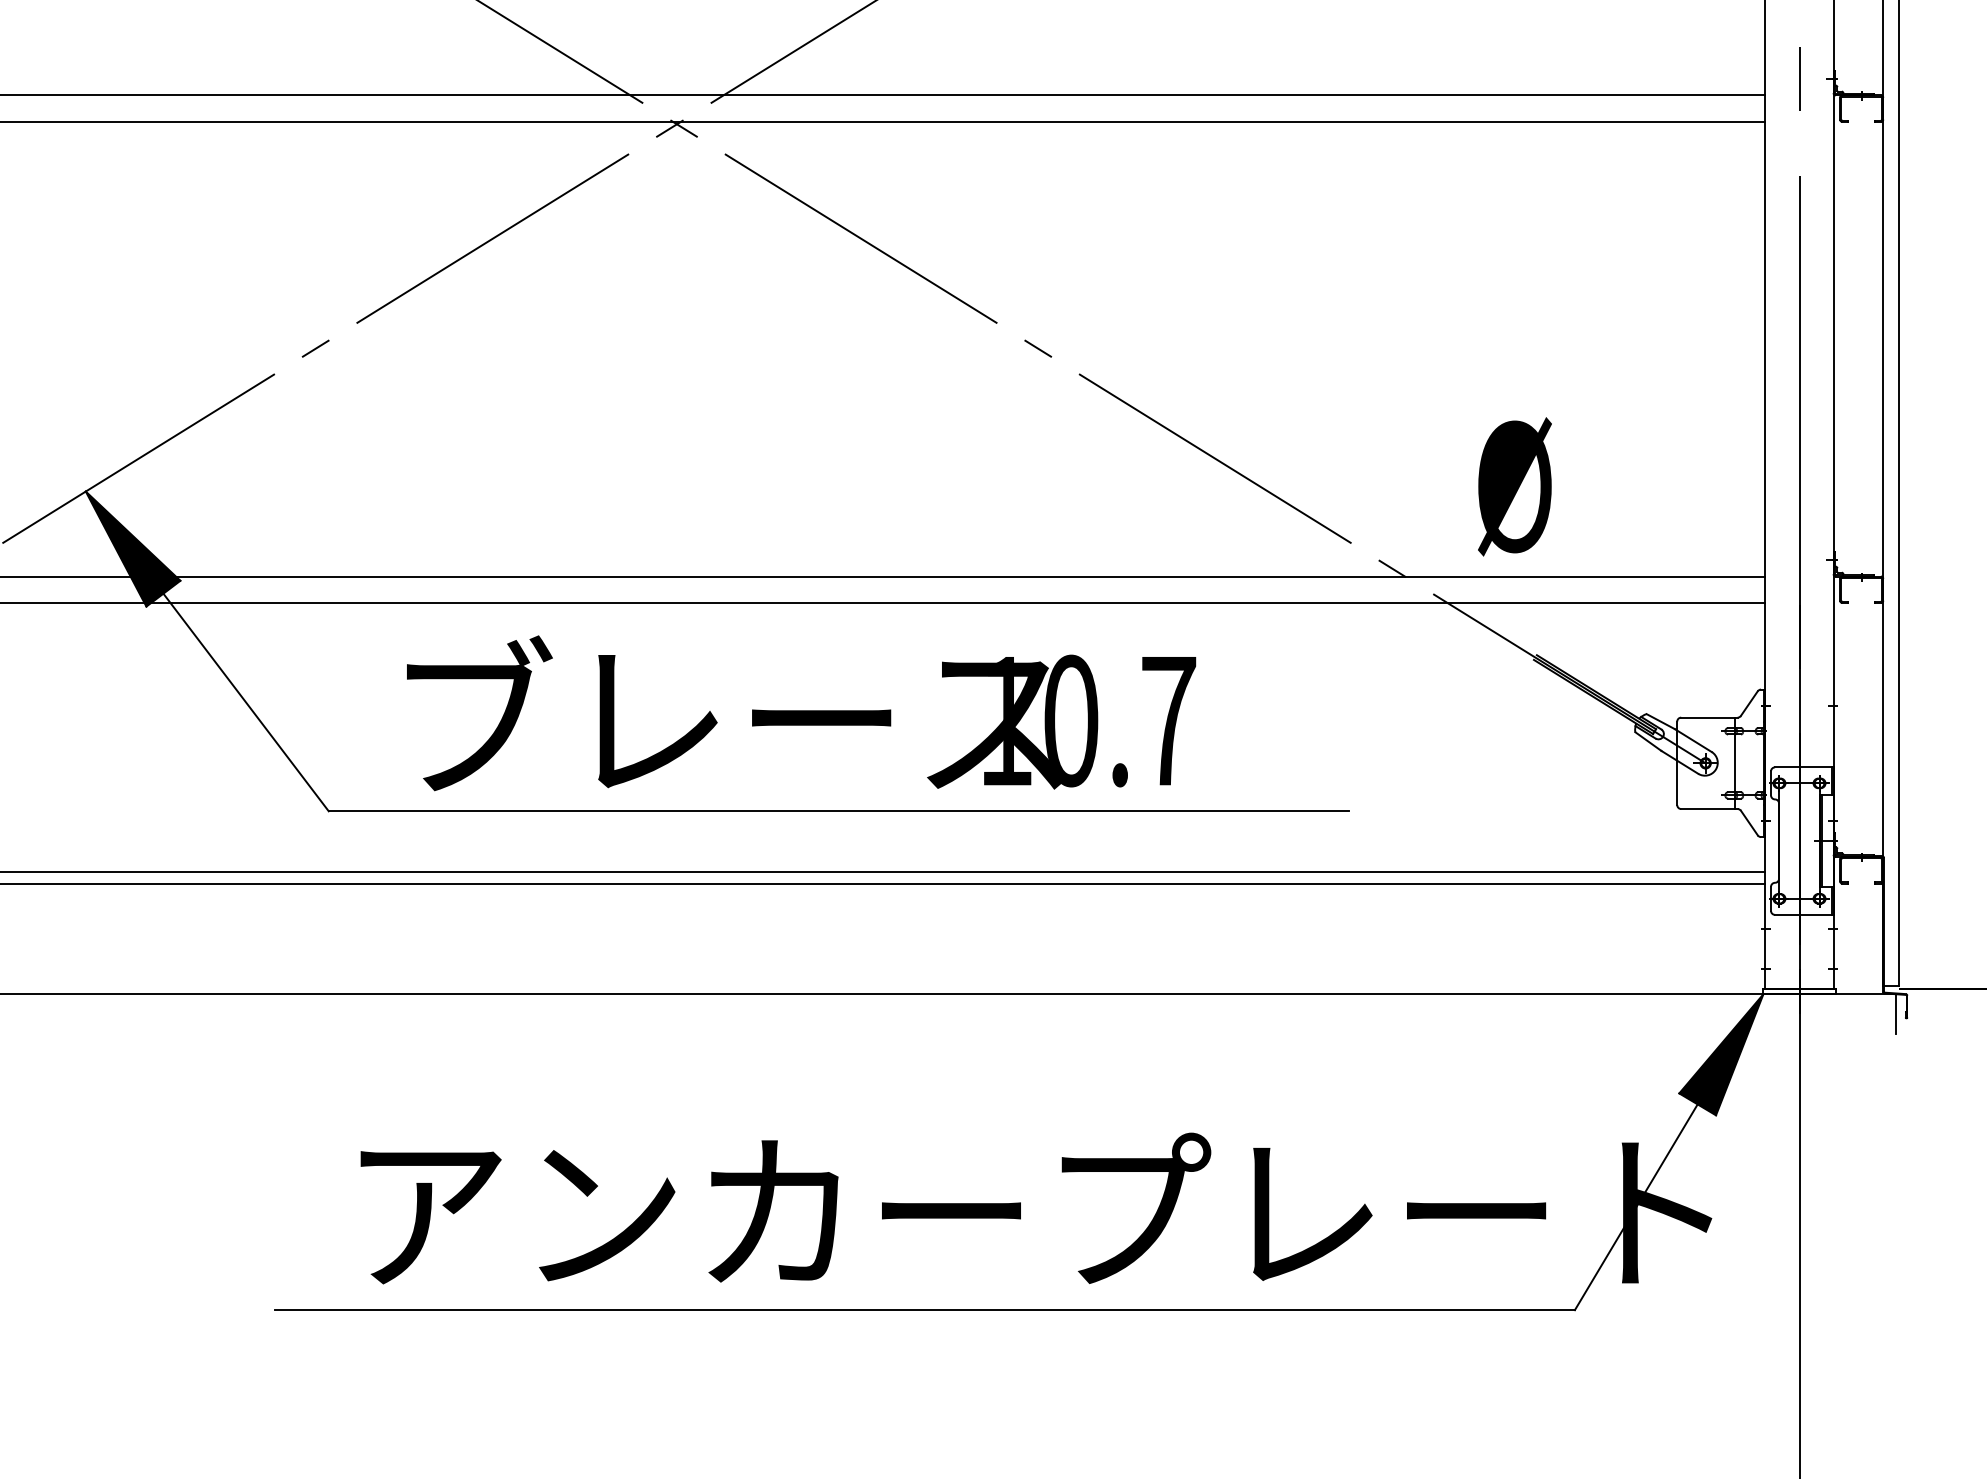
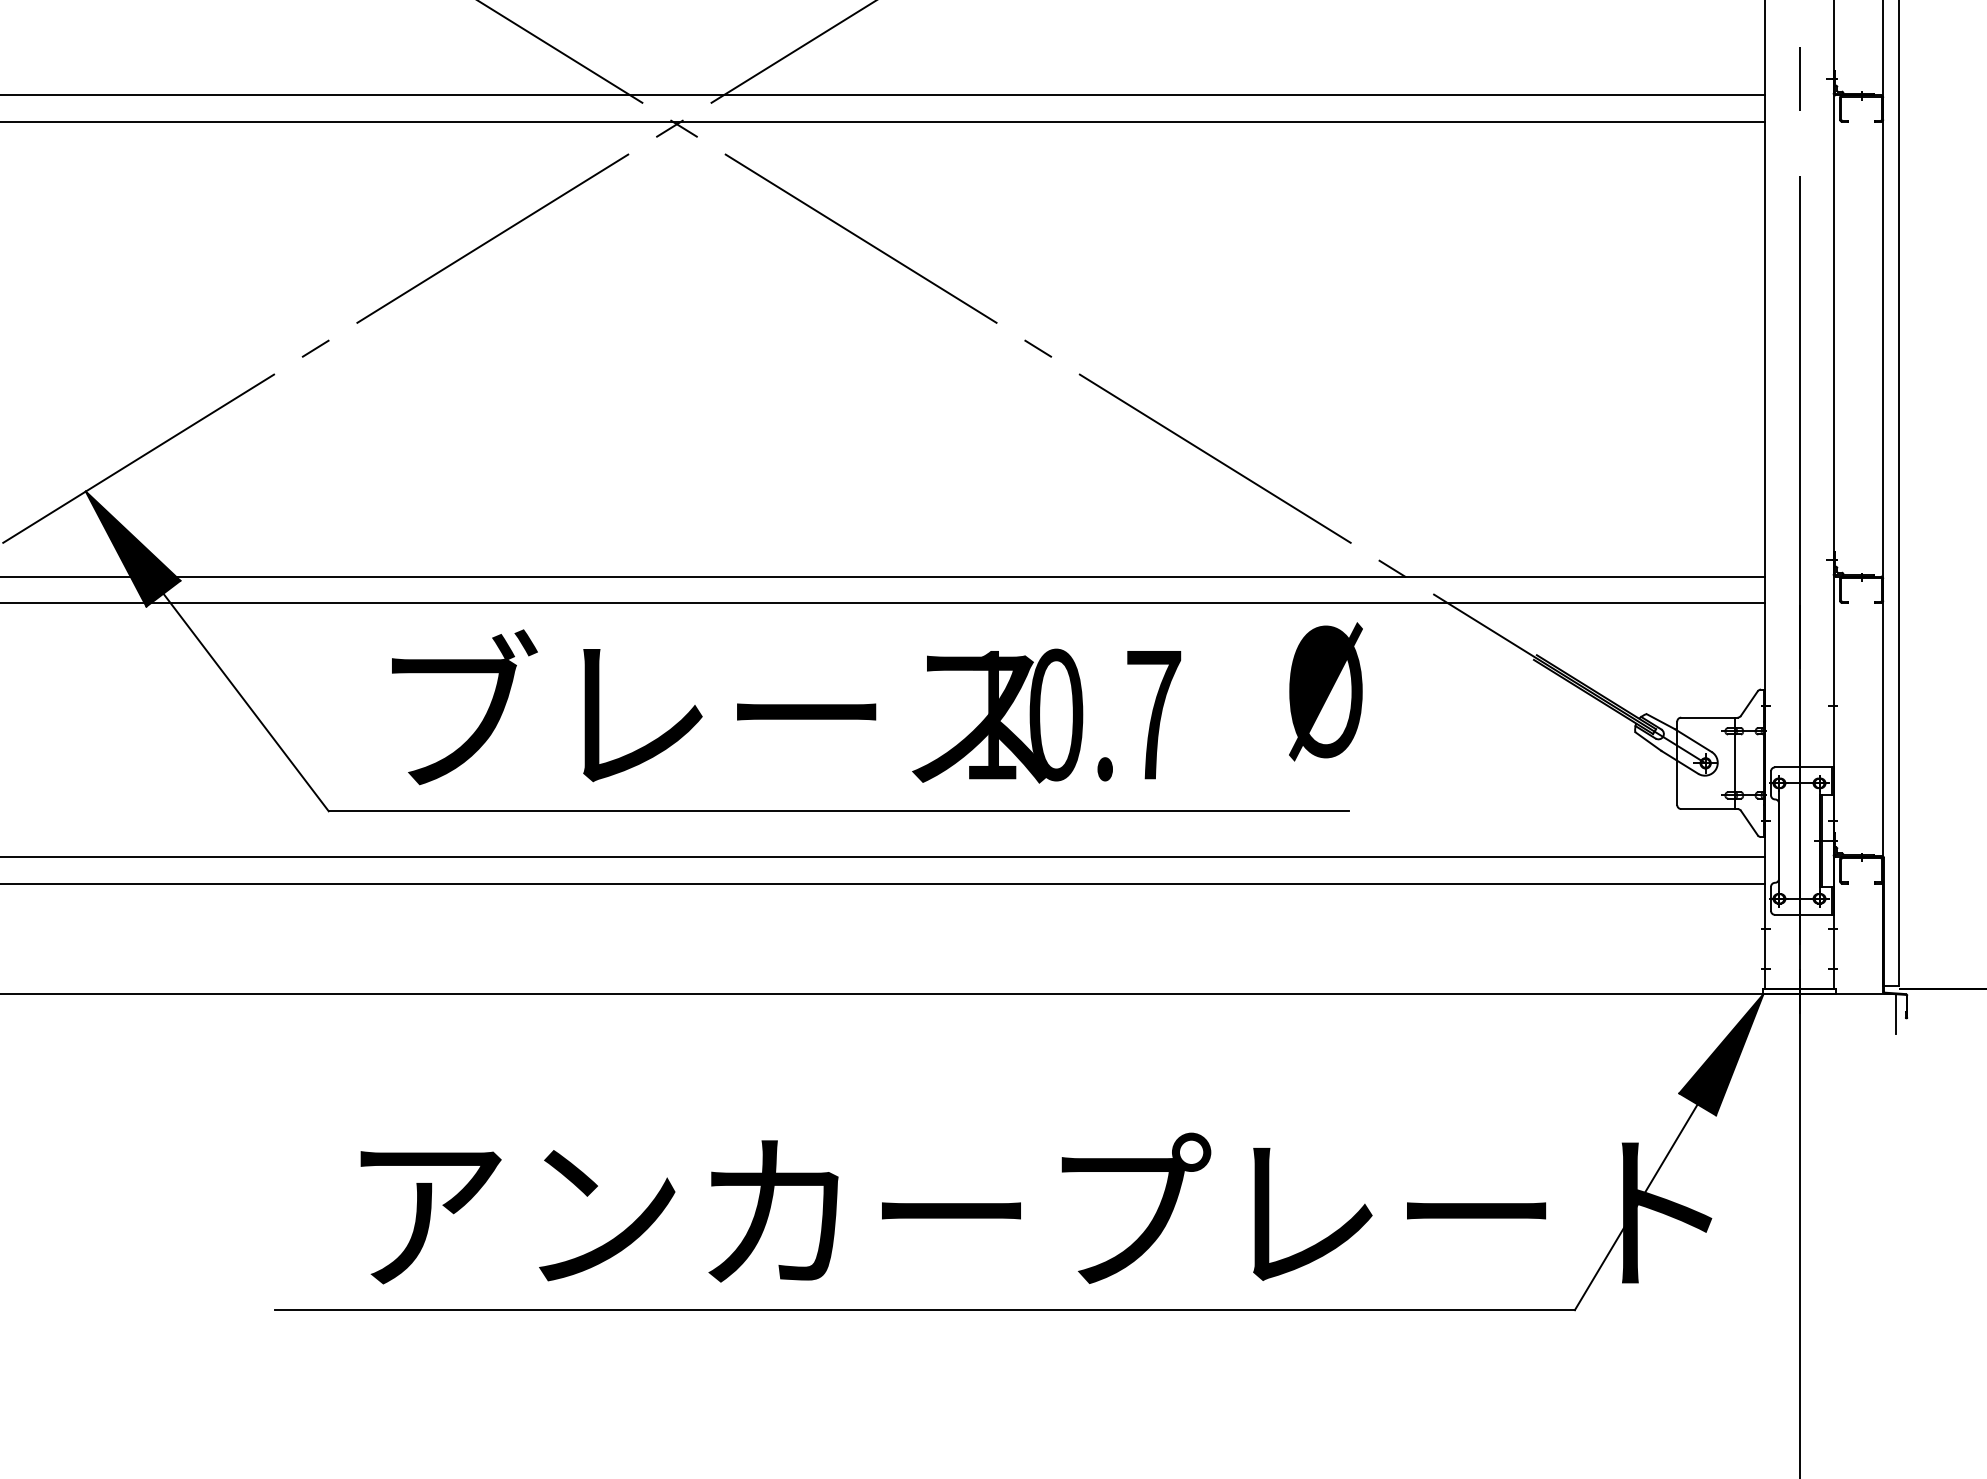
text at (1514, 486) position: (1514, 486) -> (1325, 691)
text at (801, 713) position: (801, 713) -> (786, 707)
line at (883, 872) position: (883, 872) -> (883, 857)
